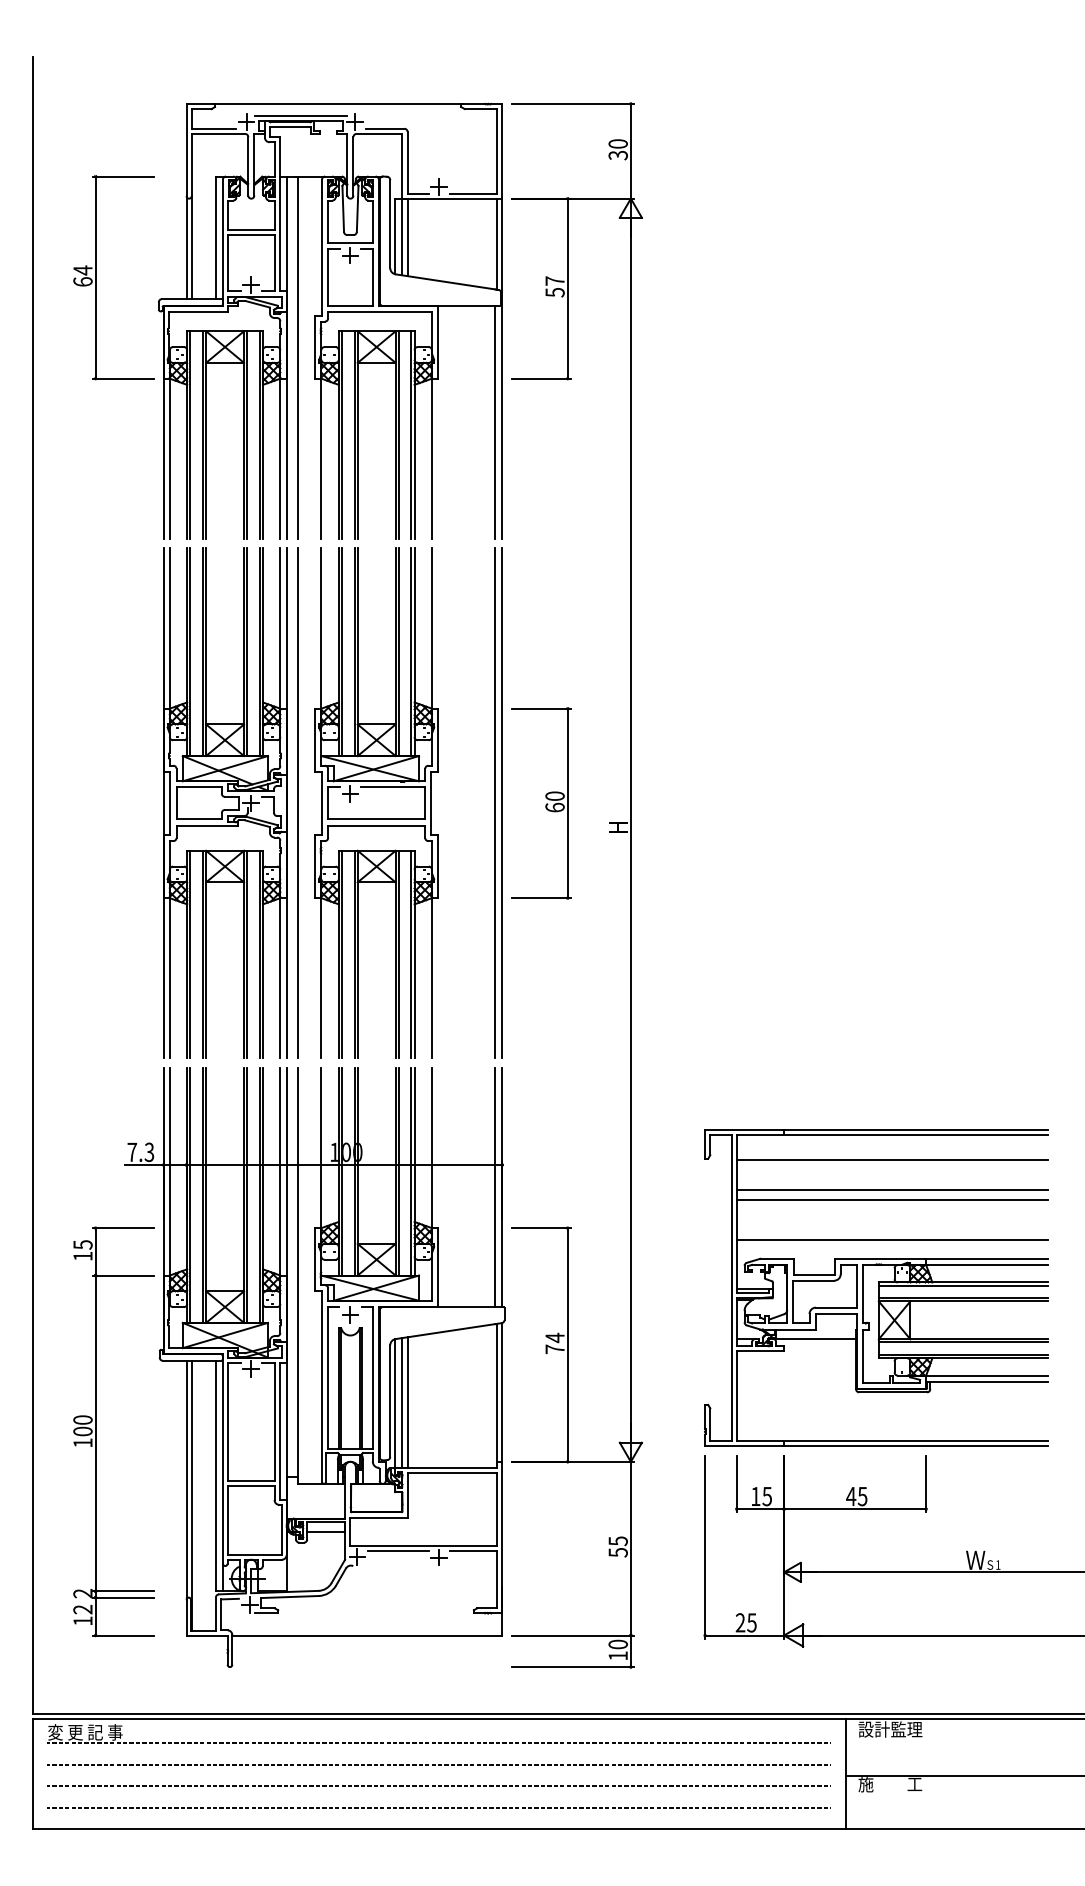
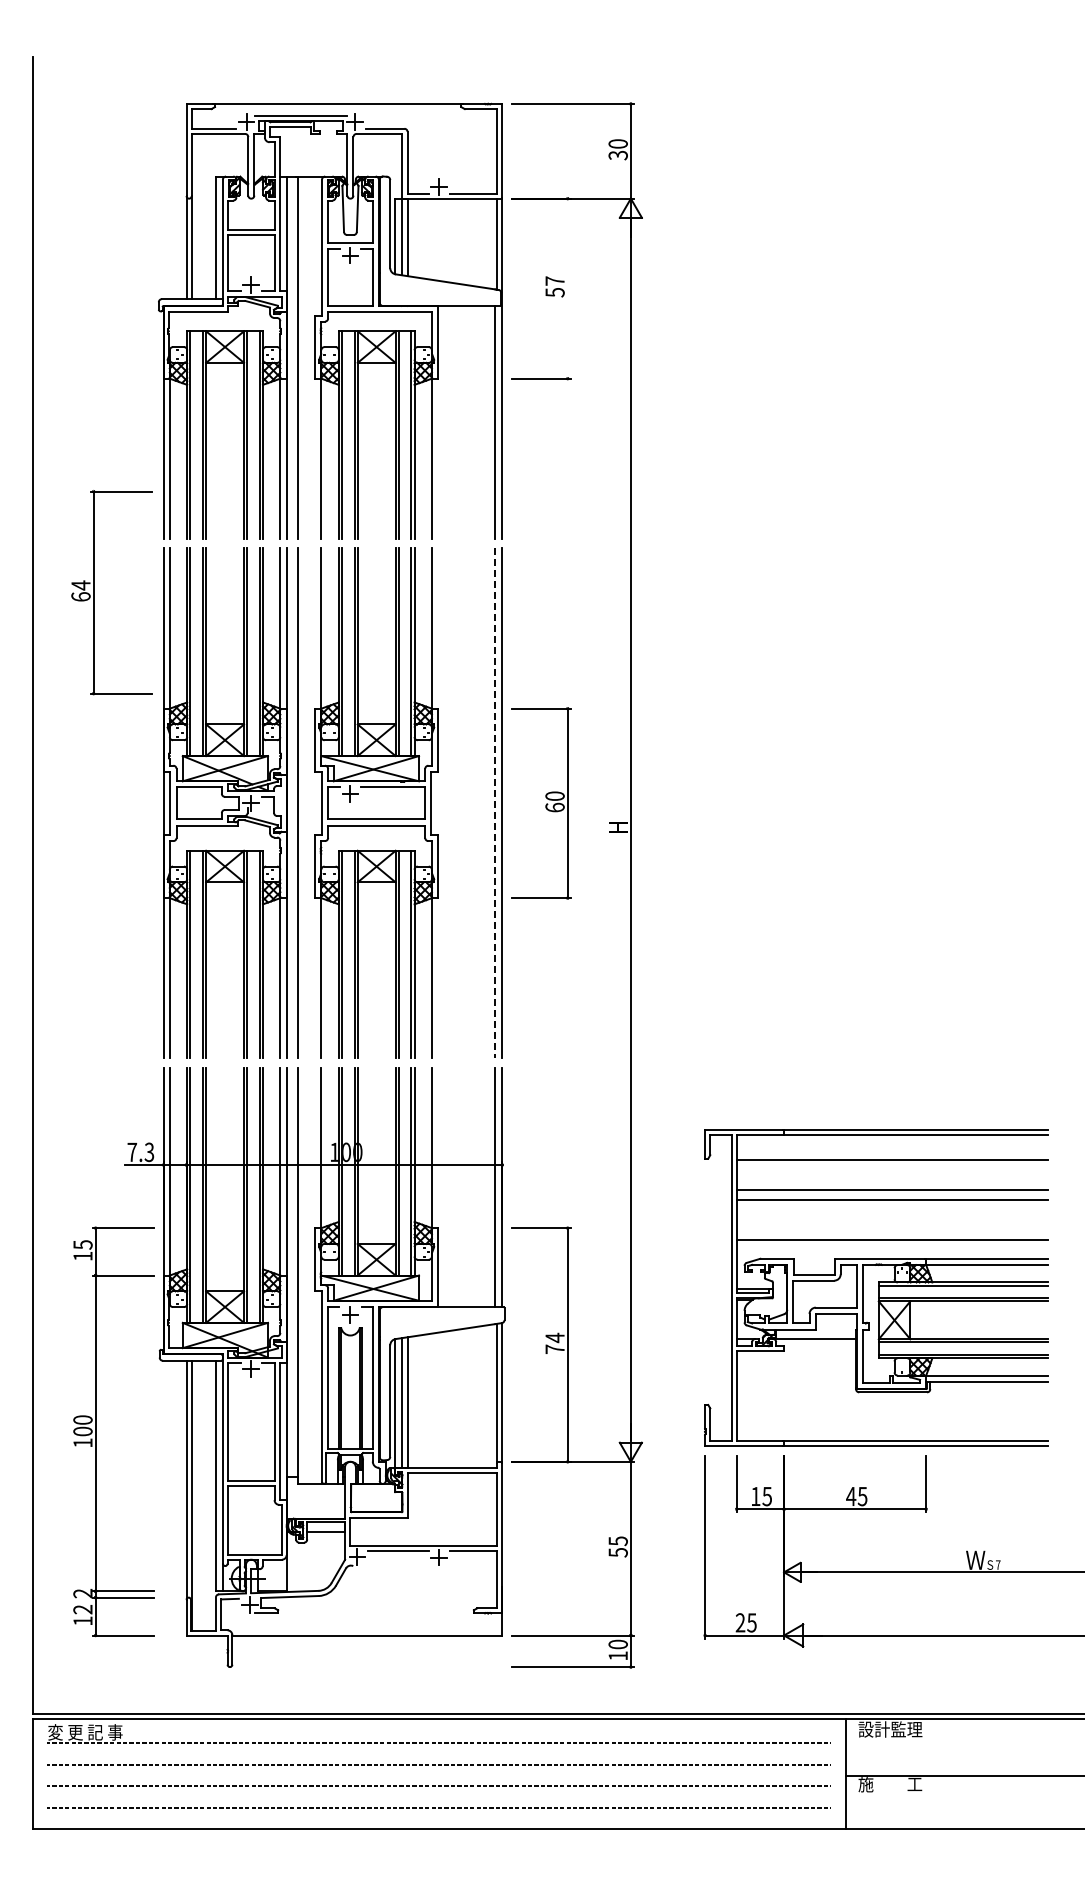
part at (96, 277) position: (96, 277) -> (94, 592)
line at (567, 288): present -> none
line at (495, 803): solid -> dashed
text at (998, 1564): 1 -> 7
